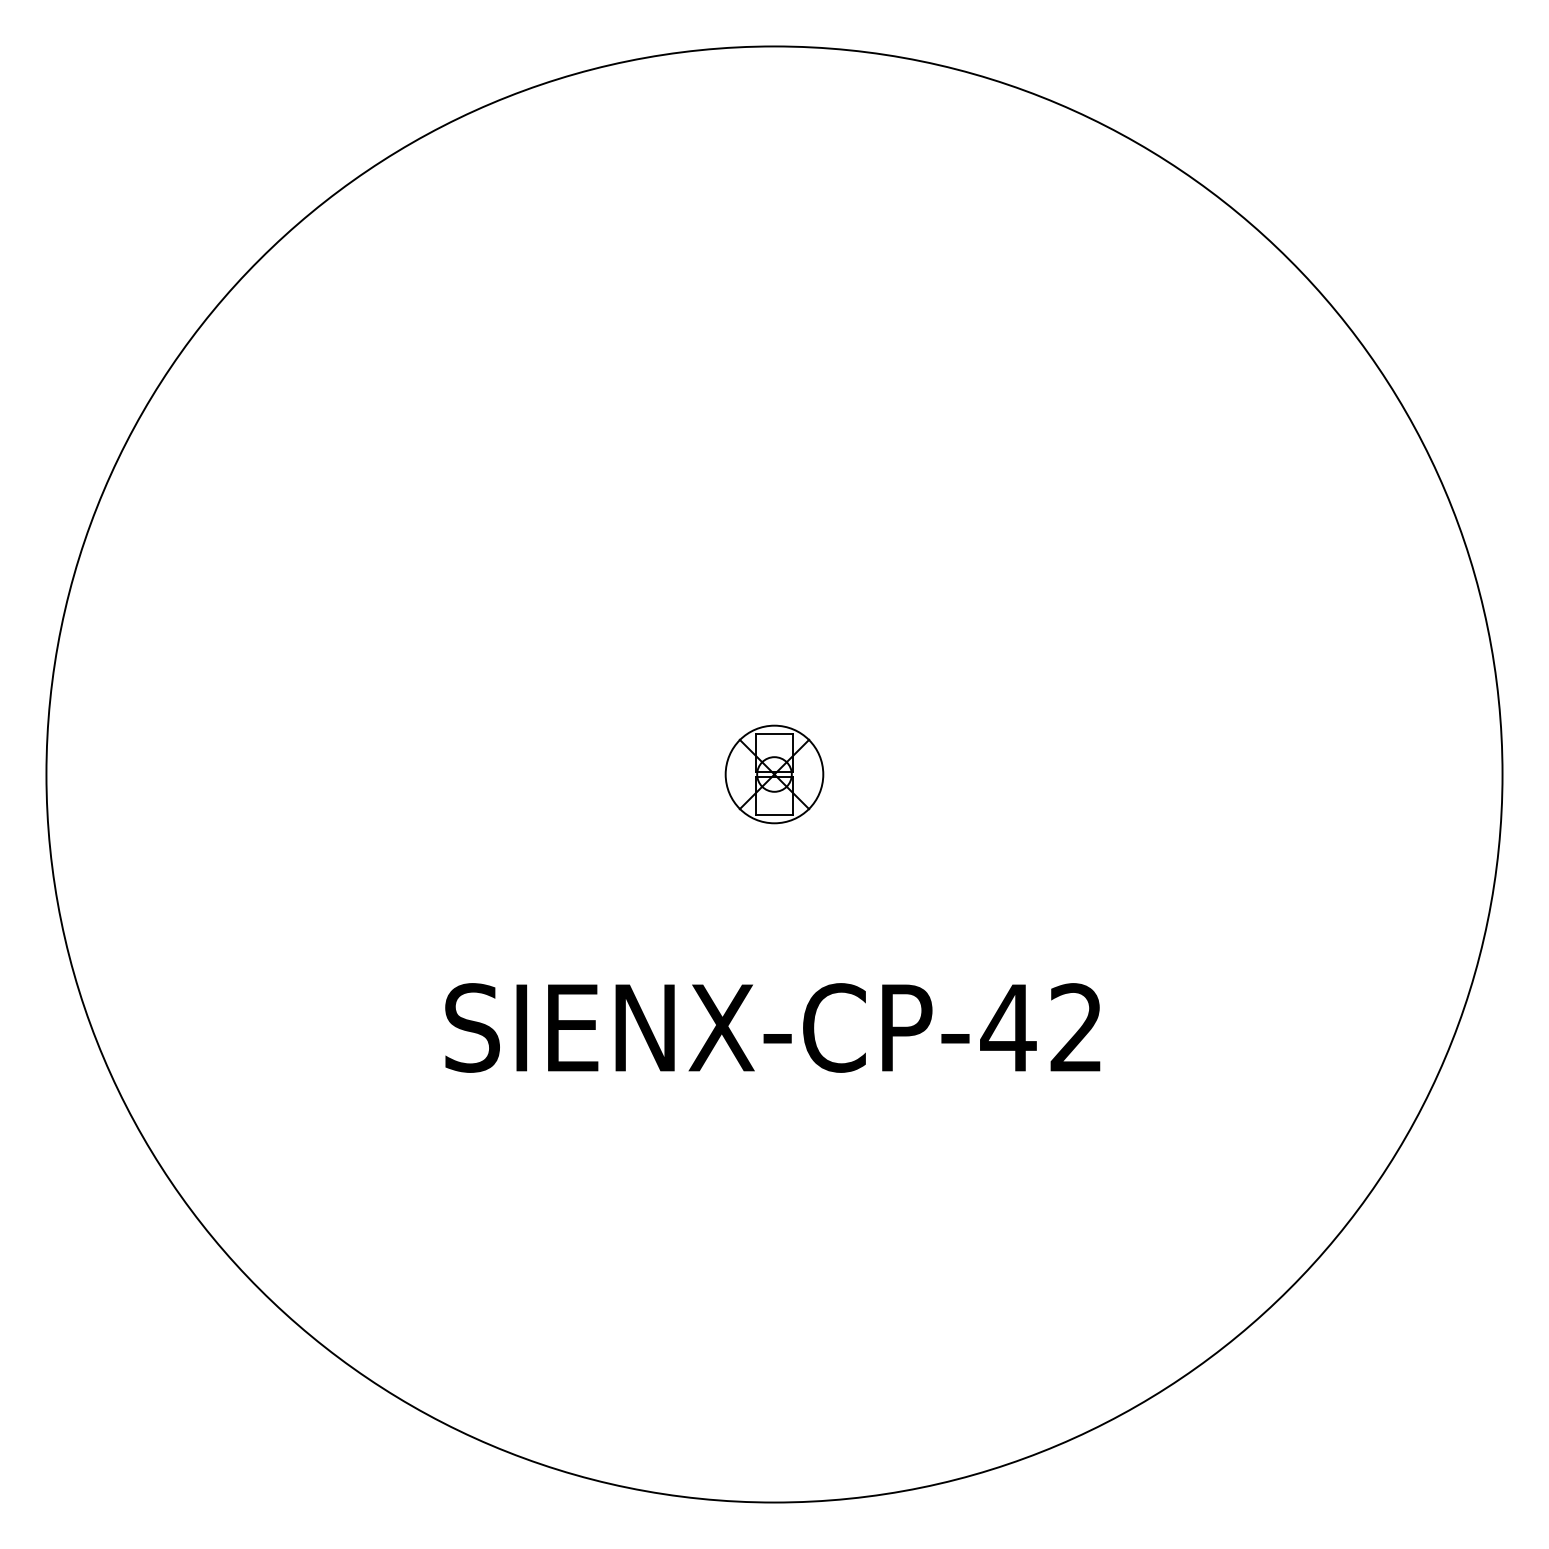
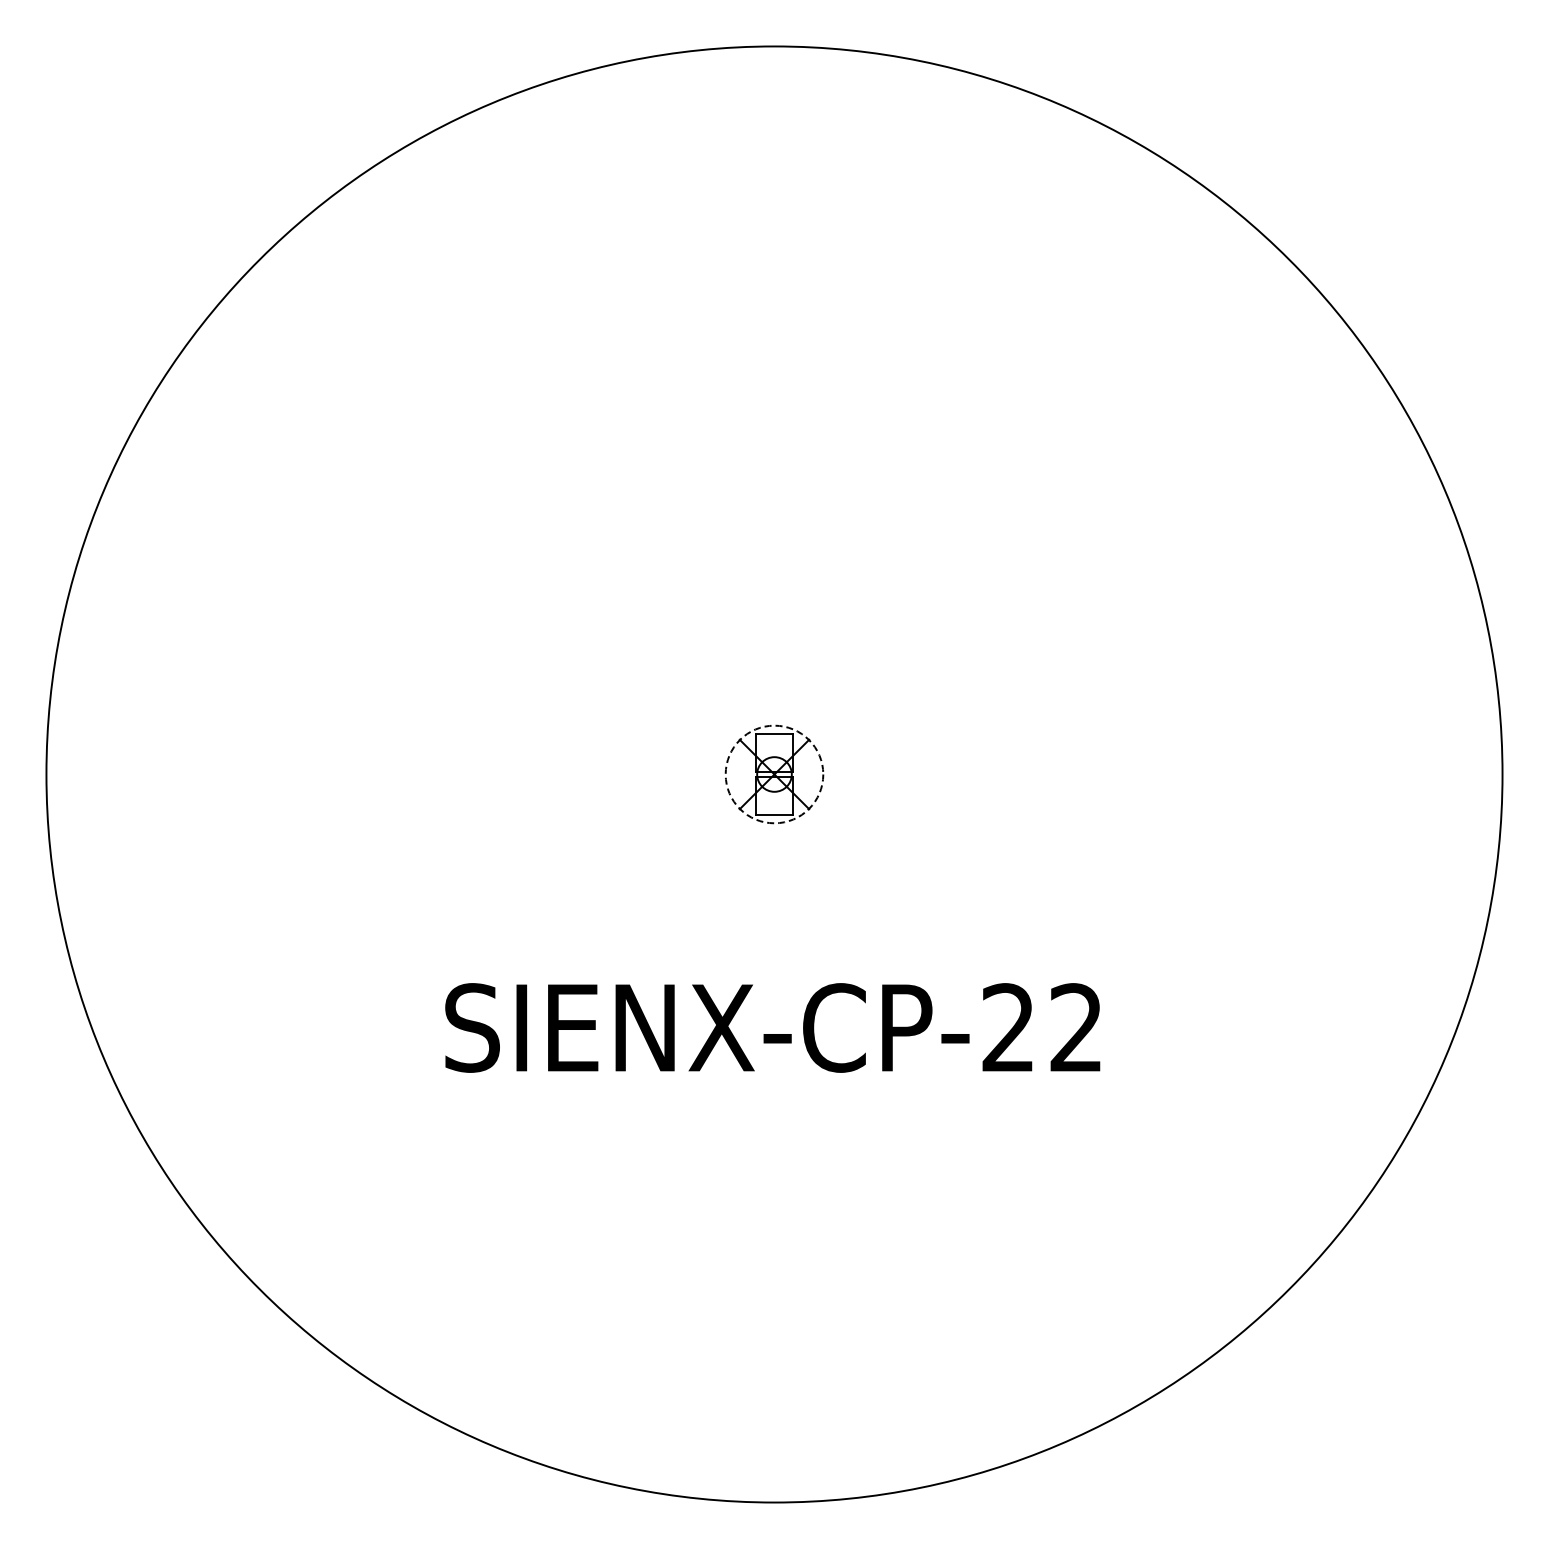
circle at (774, 774): solid -> dashed
text at (1008, 1027): SIENX-CP-42 -> SIENX-CP-22
